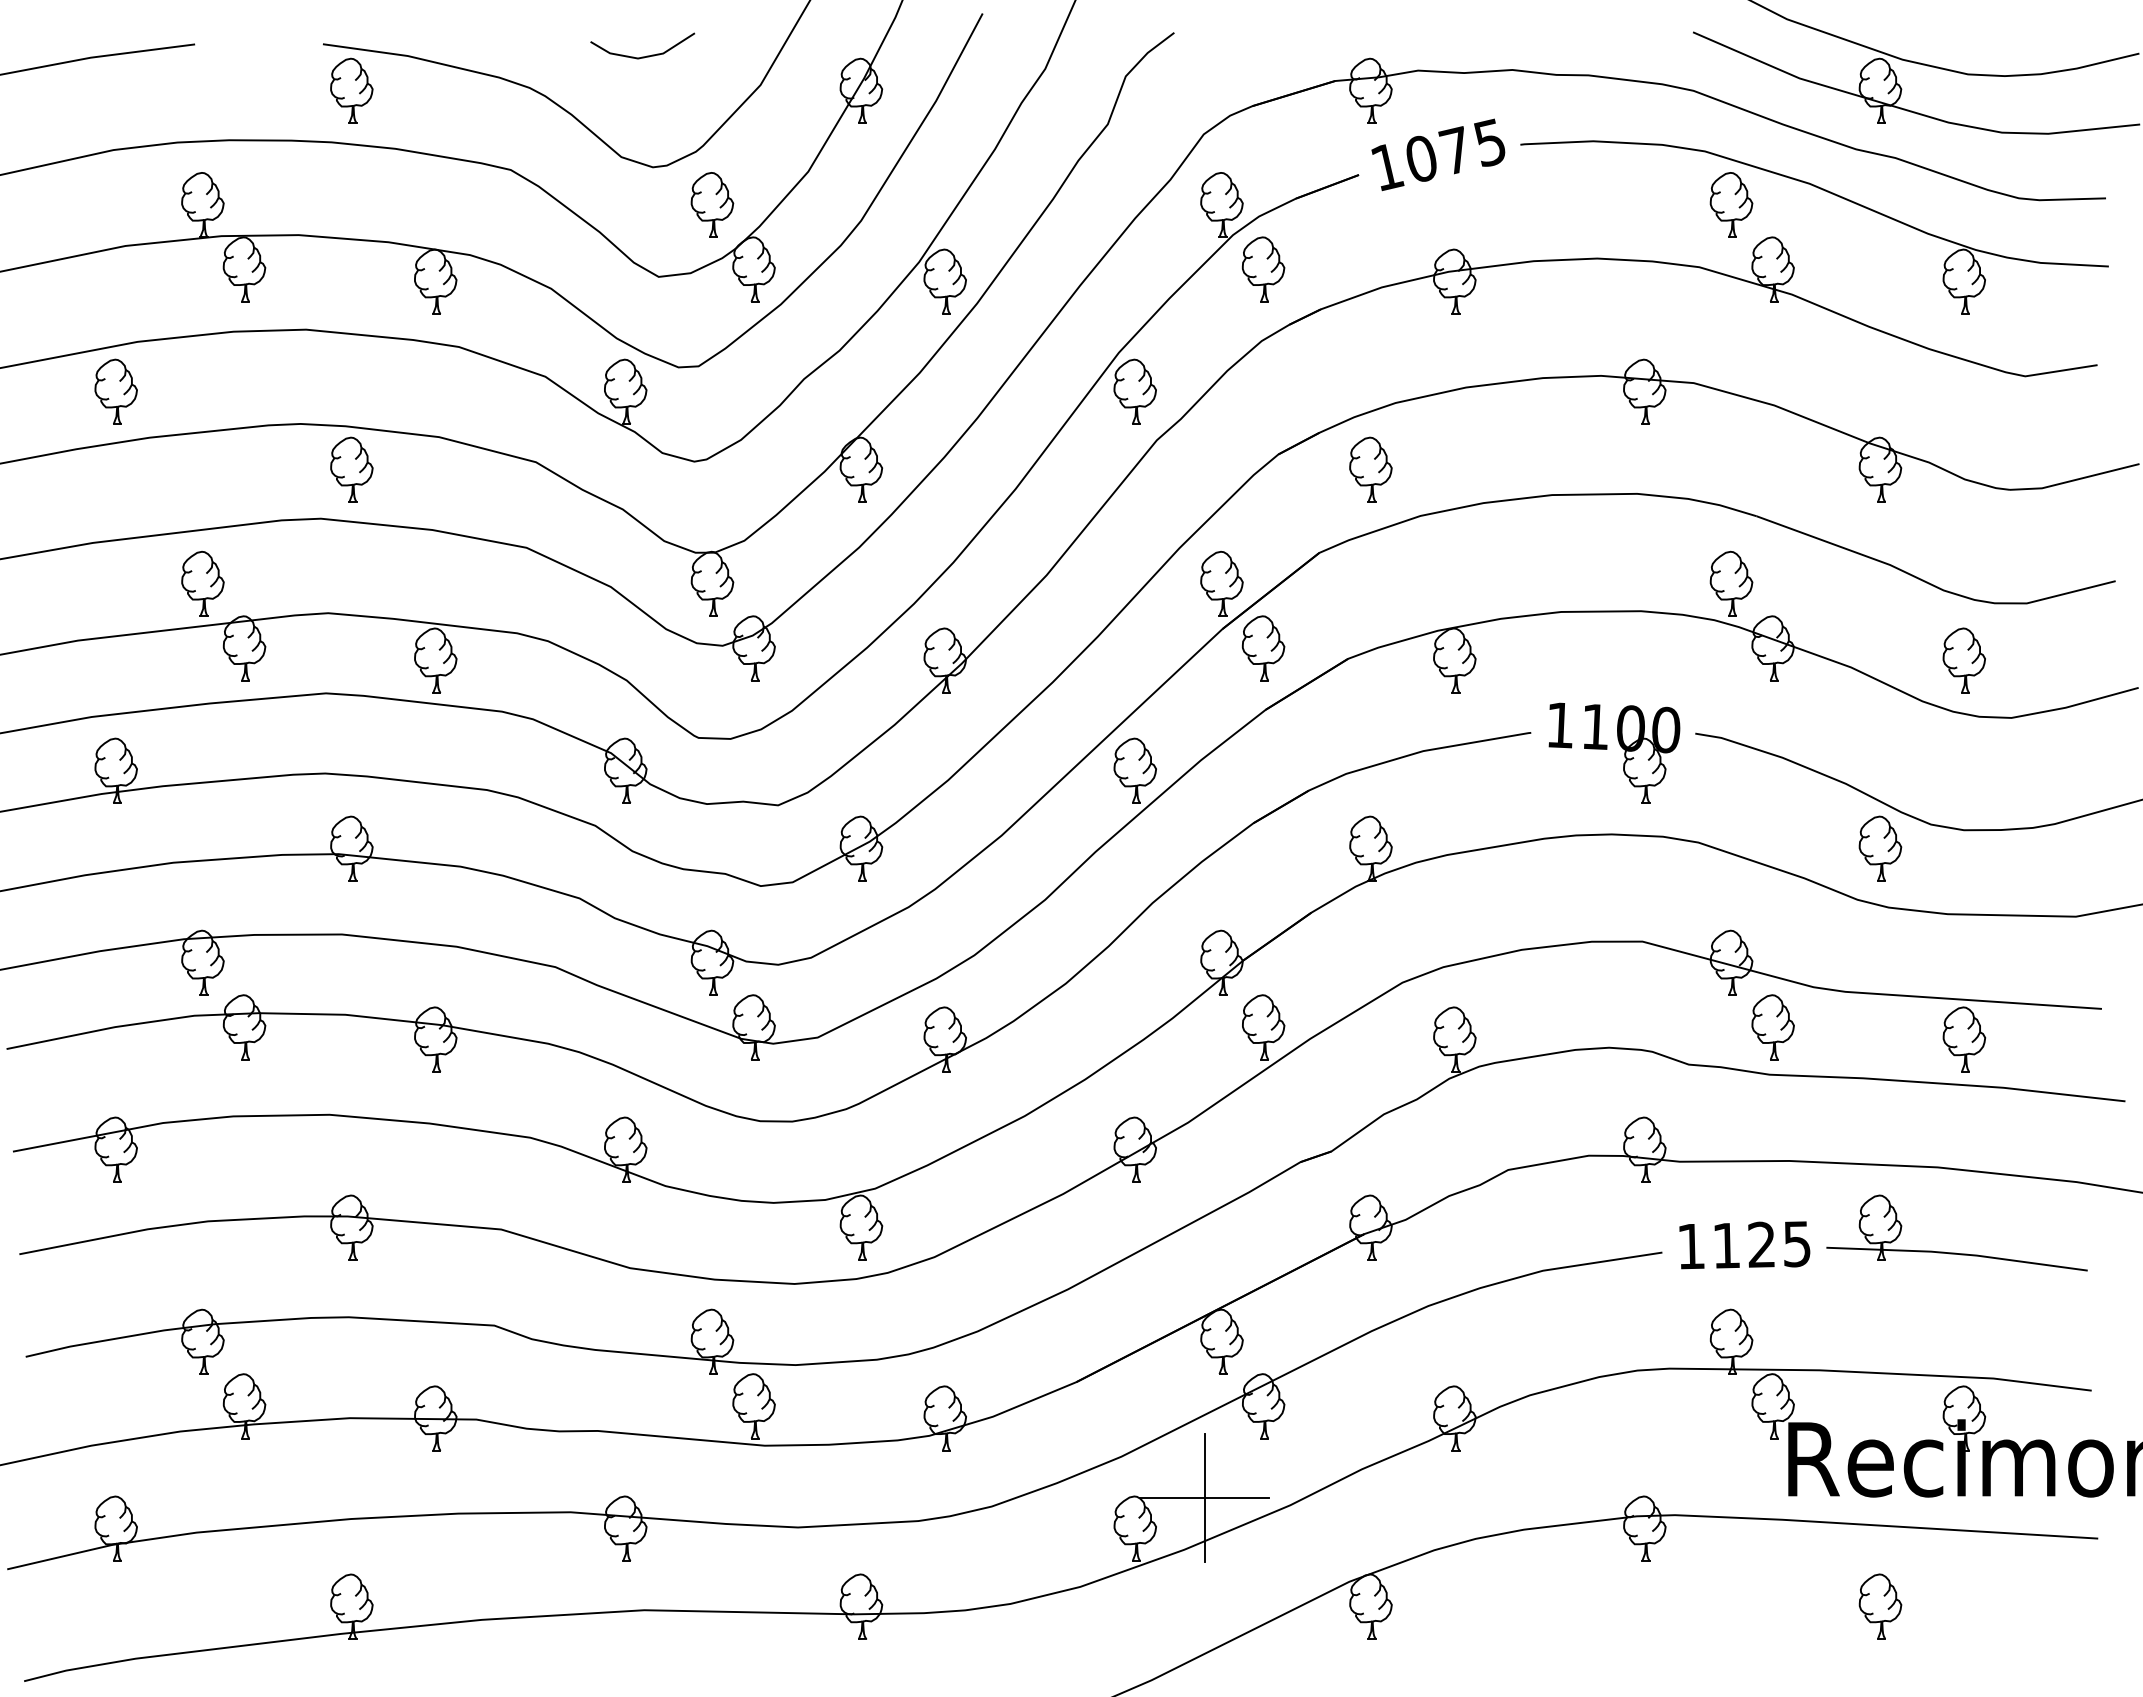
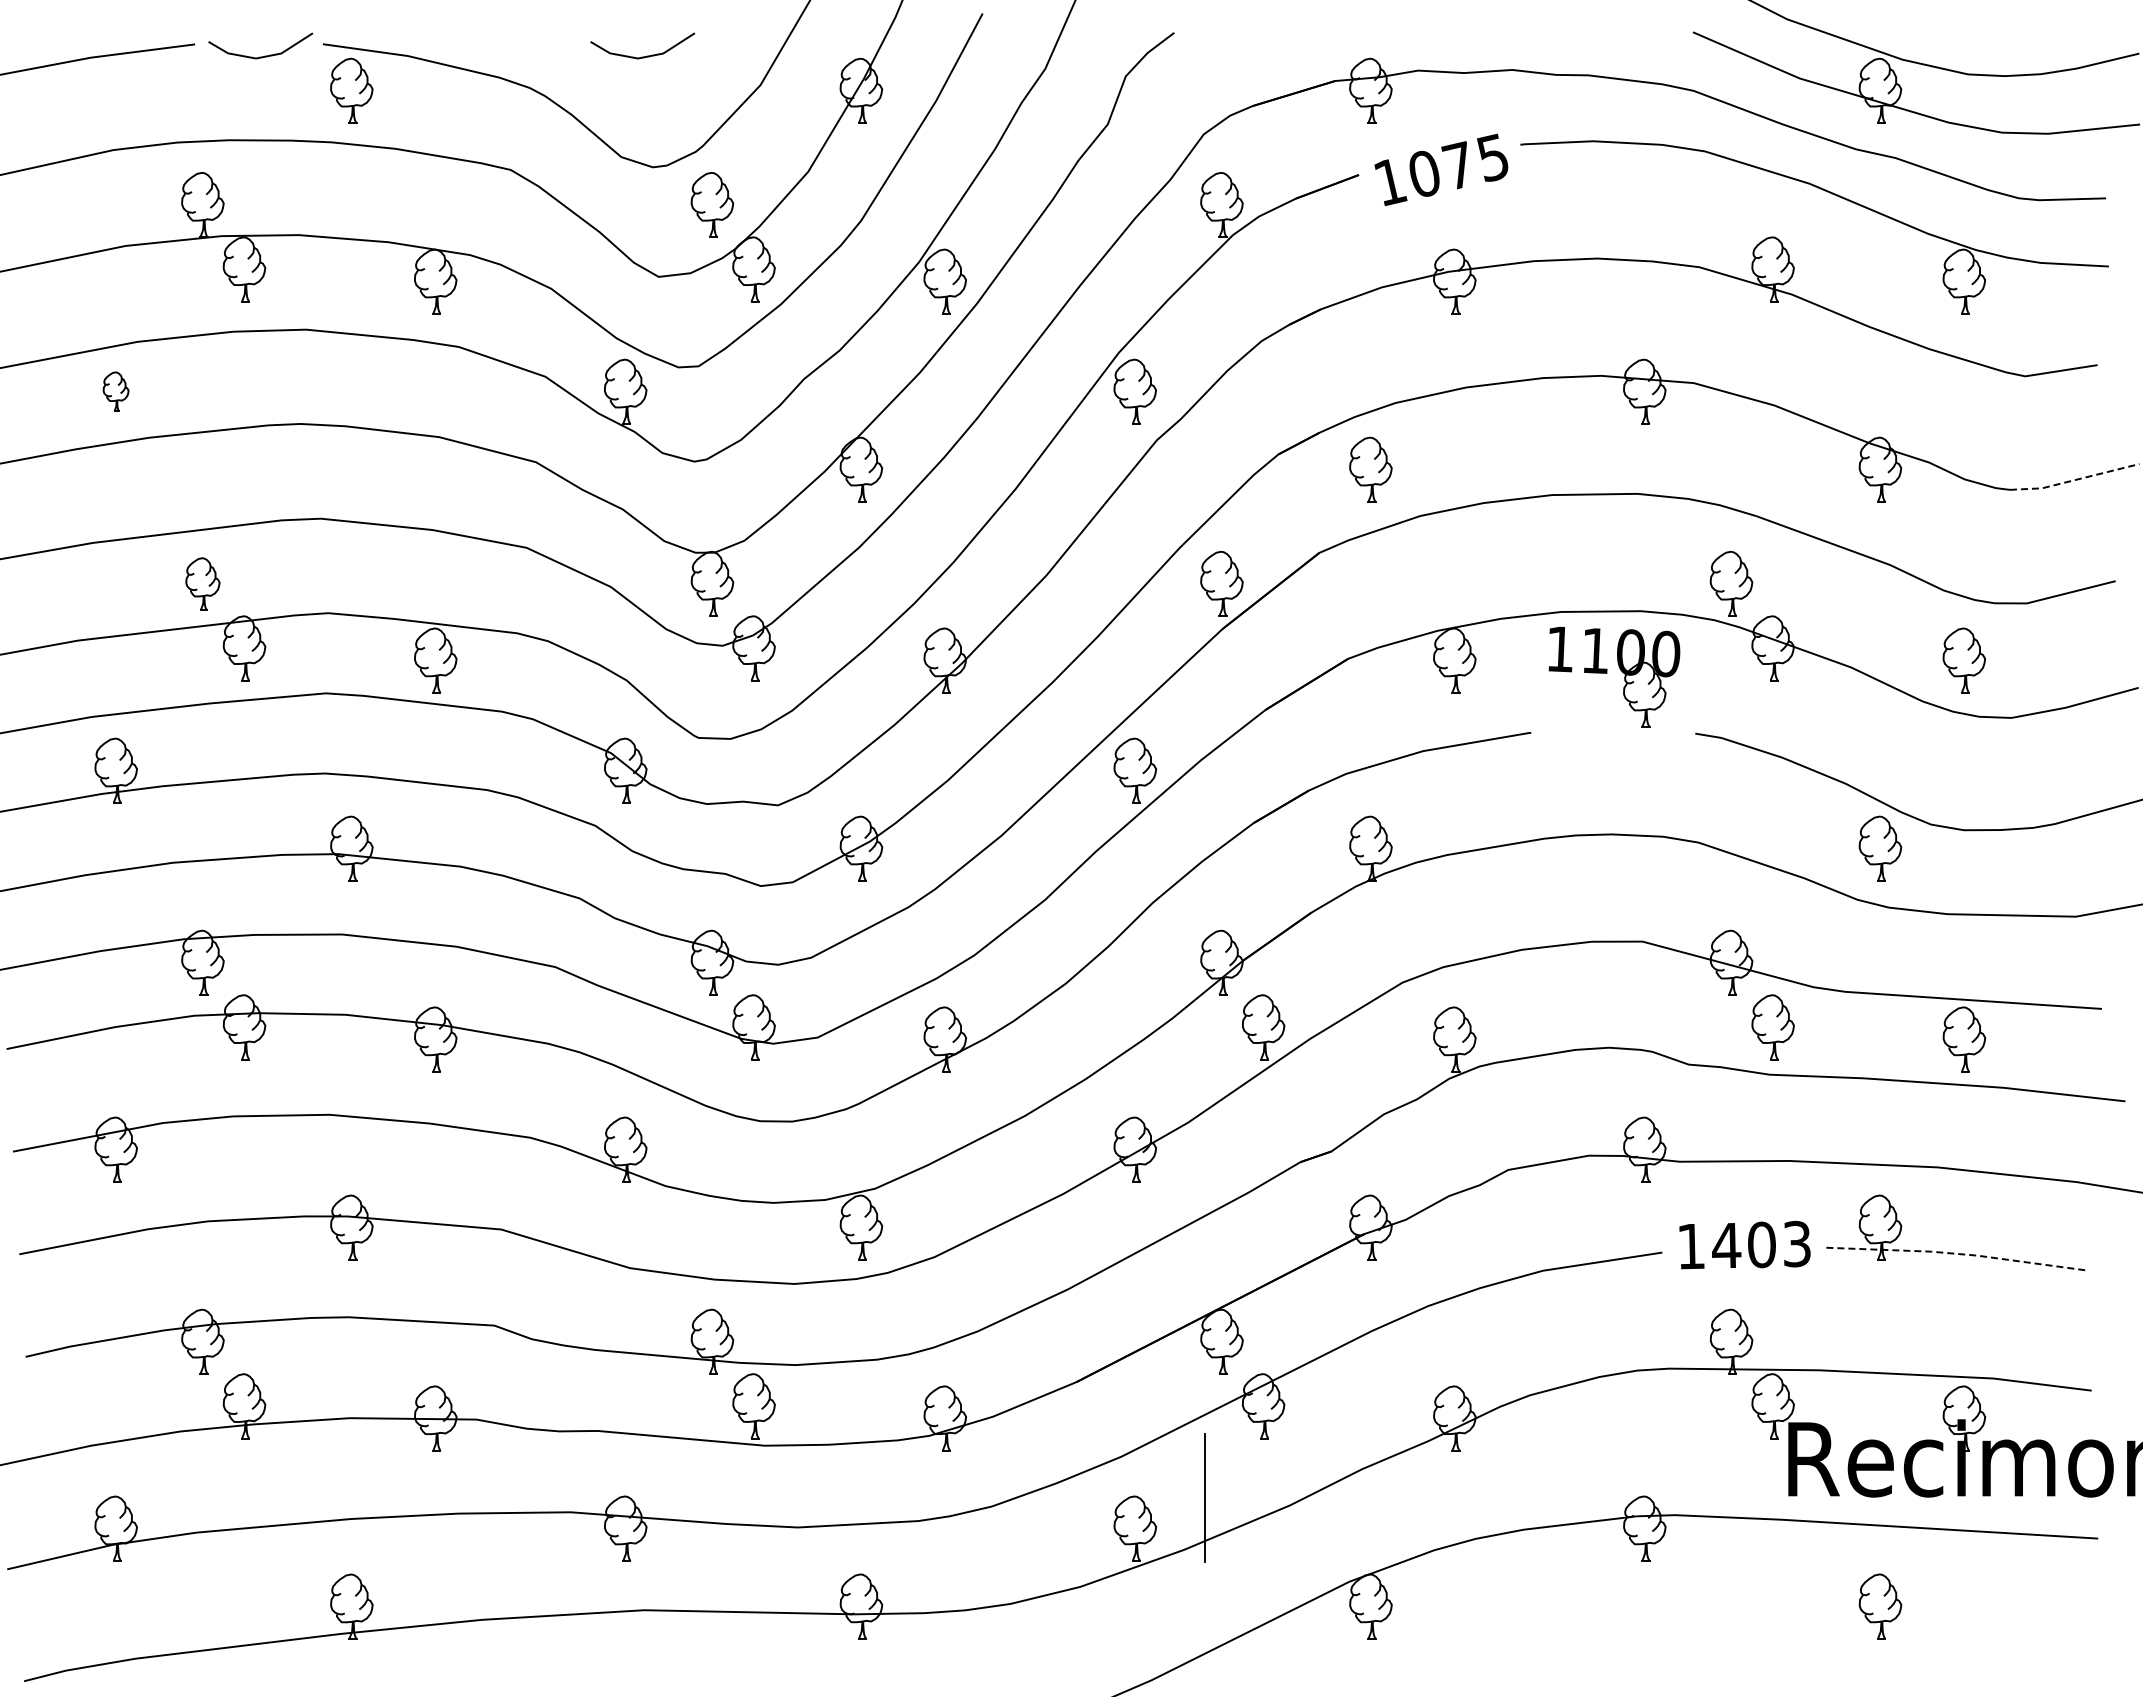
line at (264, 55): none -> present
text at (1438, 154) position: (1438, 154) -> (1441, 169)
part at (1731, 204): present -> none
part at (1263, 269): present -> none
part at (115, 391) size: 44x67 px -> 28x41 px
part at (351, 469): present -> none
line at (2074, 480): solid -> dashed
part at (202, 583) size: 44x66 px -> 36x54 px
part at (1263, 648): present -> none
part at (1607, 749) position: (1607, 749) -> (1607, 673)
text at (1761, 1244): 1125 -> 1403
line at (1957, 1253): solid -> dashed
line at (1204, 1497): present -> none
